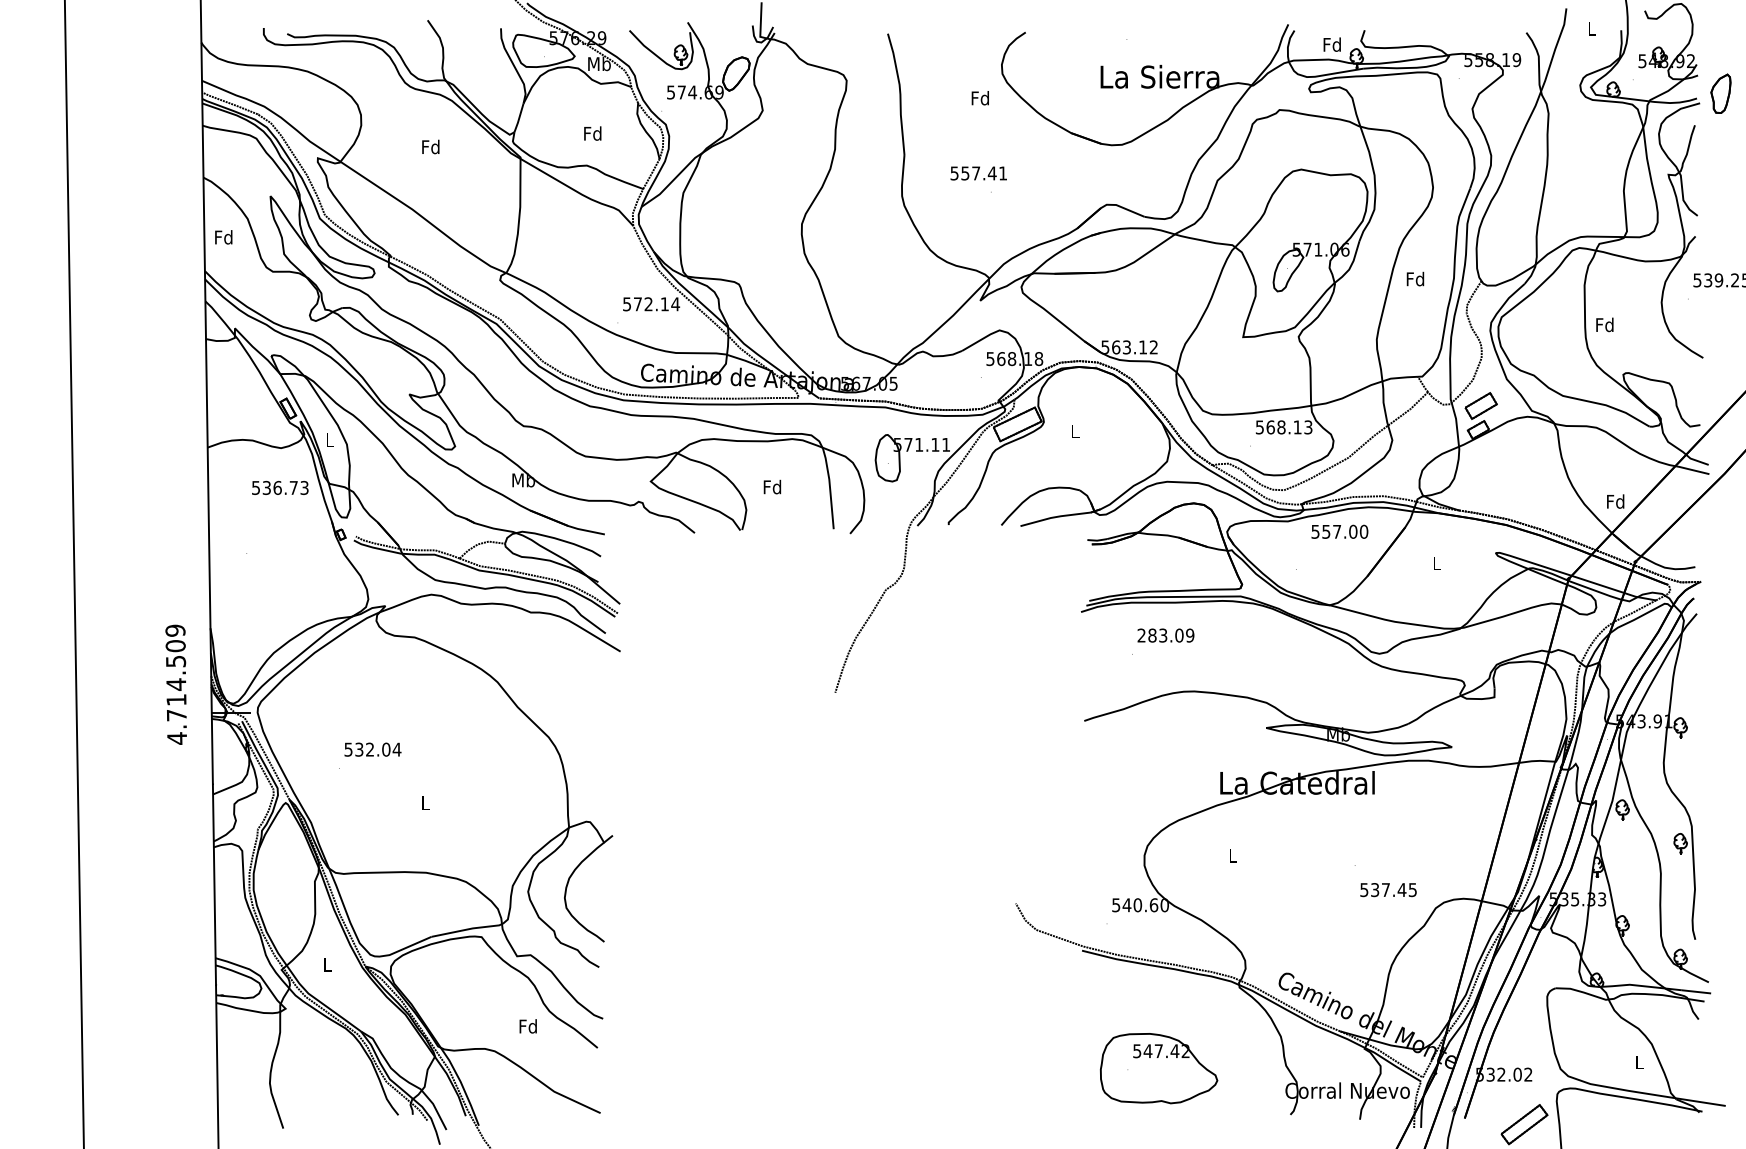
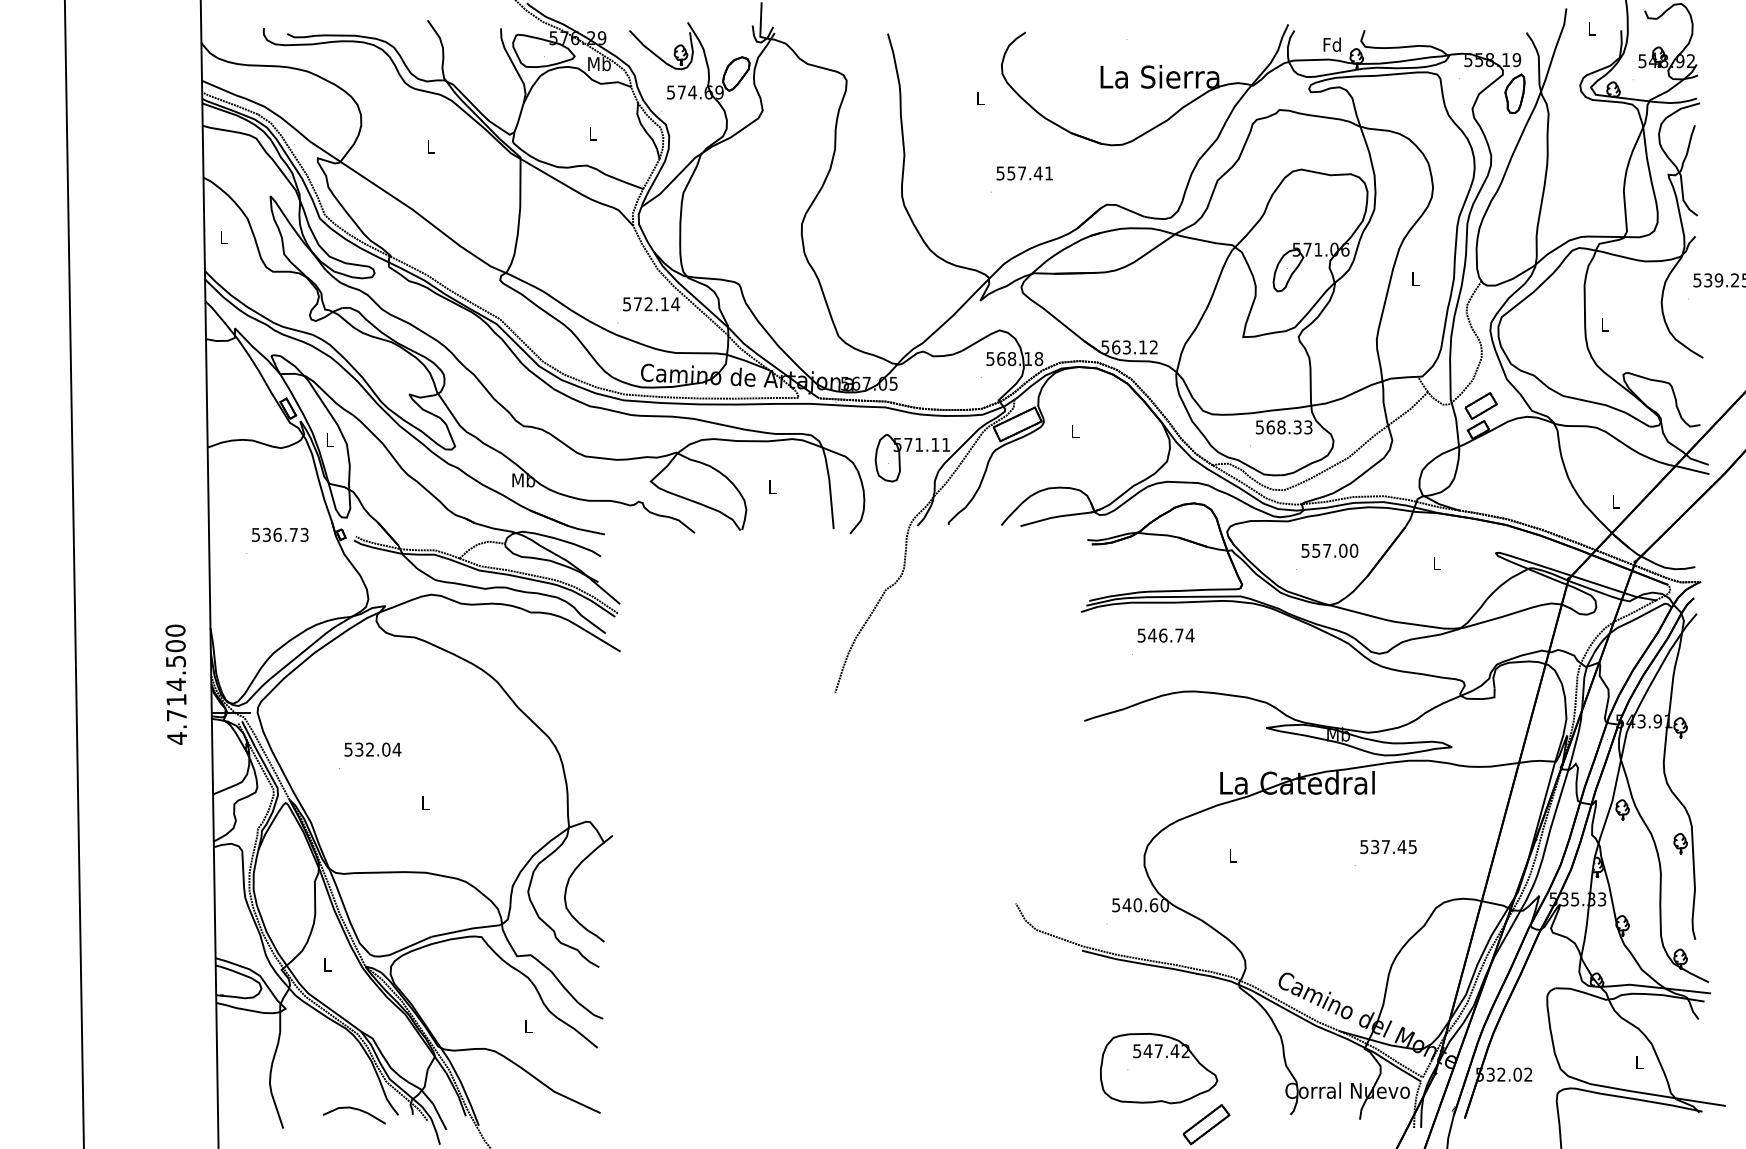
part at (1720, 93) position: (1720, 93) -> (1514, 93)
text at (979, 98): Fd -> L
text at (592, 133): Fd -> L
text at (430, 146): Fd -> L
text at (978, 173) position: (978, 173) -> (1024, 173)
text at (223, 237): Fd -> L
text at (1415, 278): Fd -> L
text at (1604, 324): Fd -> L
text at (1297, 427): 568.13 -> 568.33
text at (772, 486): Fd -> L
text at (280, 487) position: (280, 487) -> (280, 534)
text at (1615, 501): Fd -> L
text at (1339, 531) position: (1339, 531) -> (1329, 550)
text at (175, 630): 4.714.509 -> 4.714.500
text at (1165, 635): 283.09 -> 546.74
text at (1388, 890) position: (1388, 890) -> (1388, 847)
text at (527, 1026): Fd -> L
curve at (353, 1109): none -> present
part at (1524, 1124) position: (1524, 1124) -> (1206, 1124)
